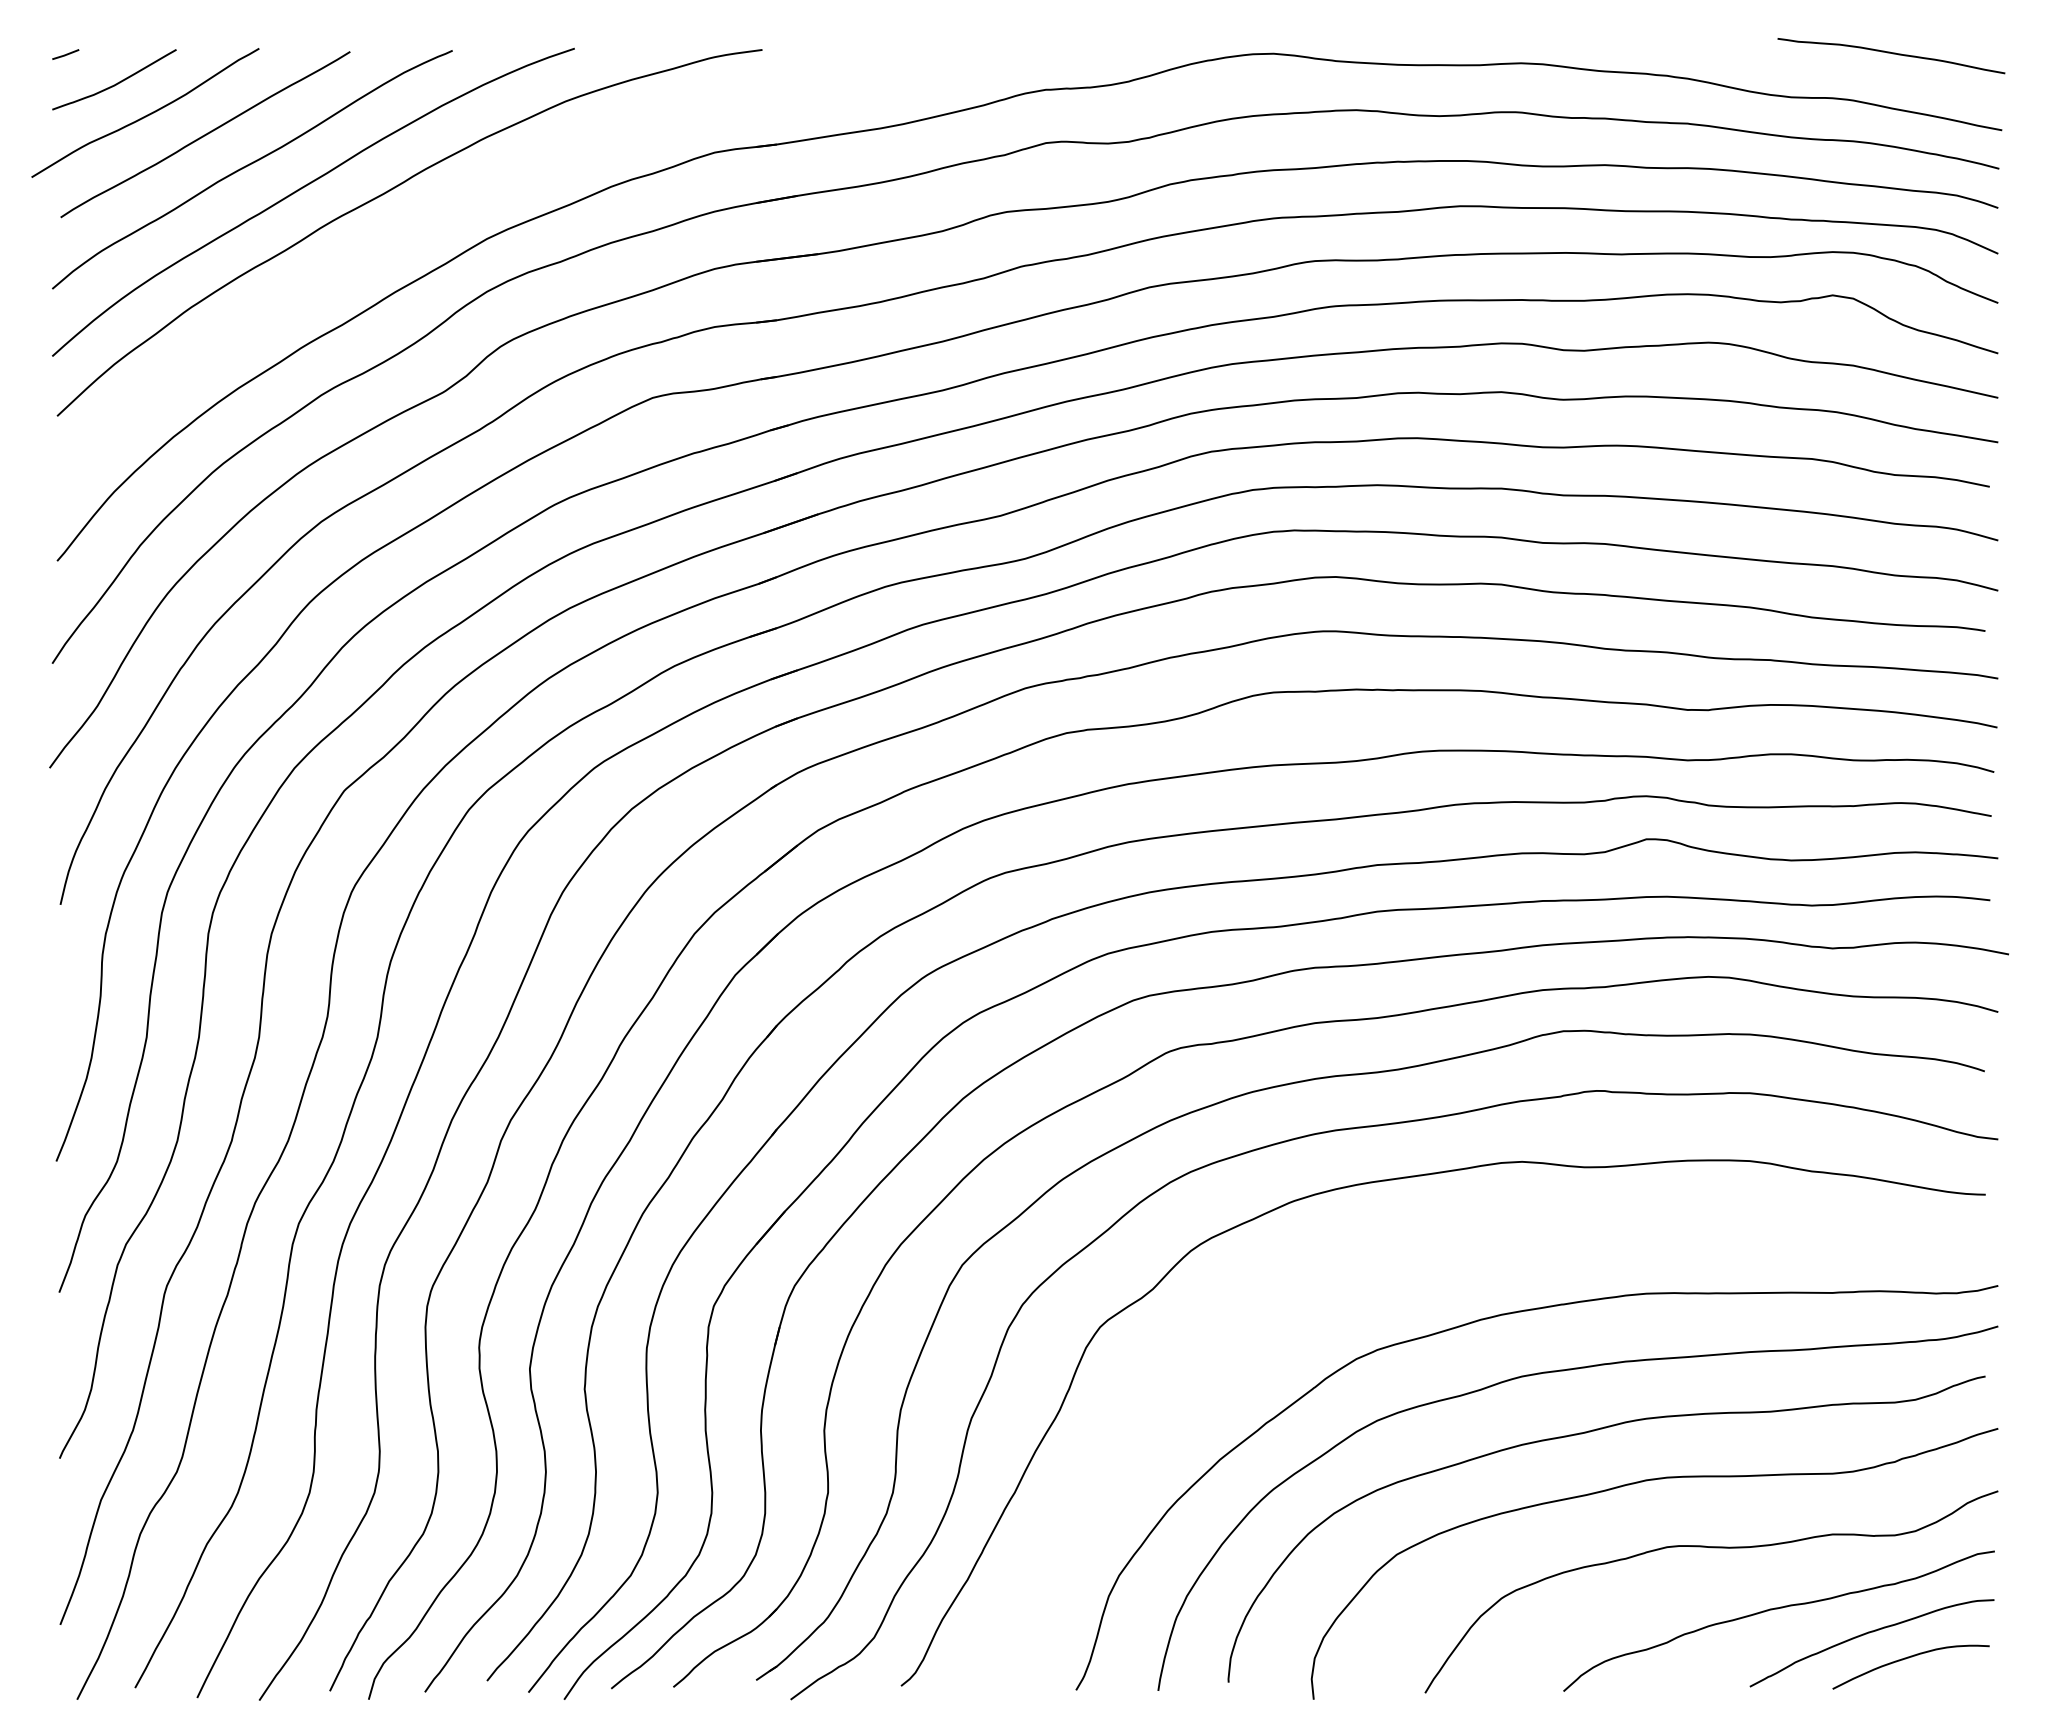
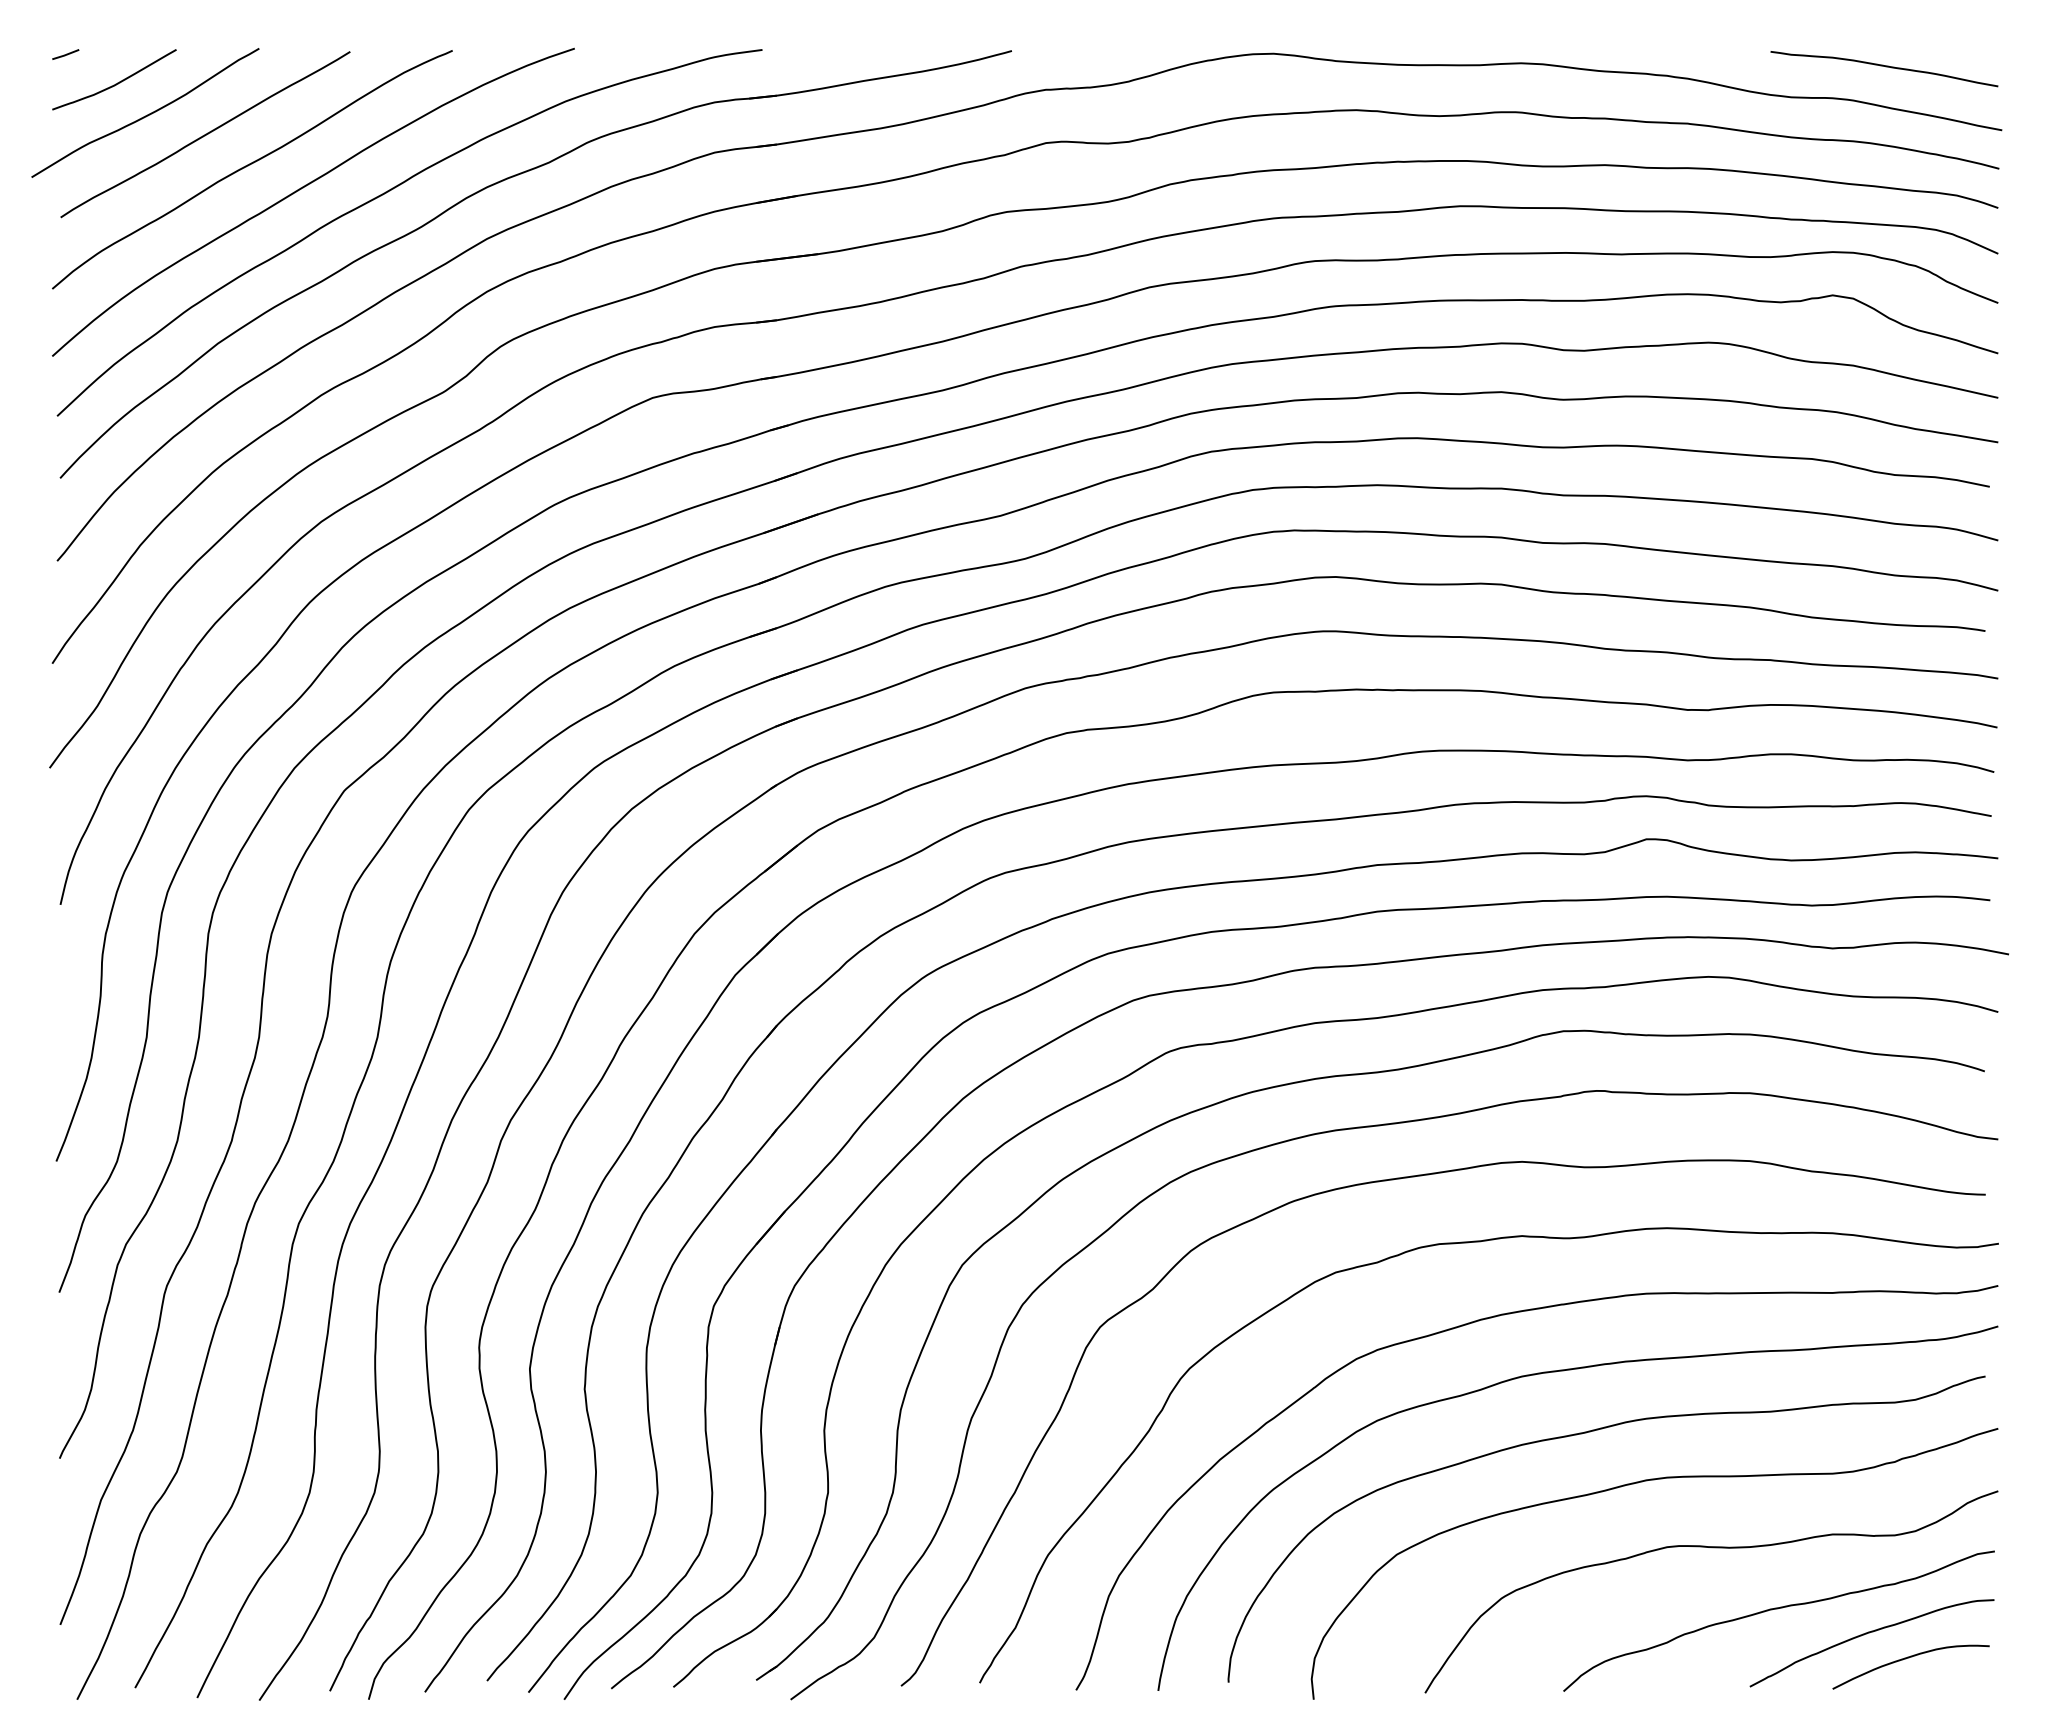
curve at (1892, 54) position: (1892, 54) -> (1885, 67)
part at (501, 182): none -> present
curve at (1468, 1243): none -> present
